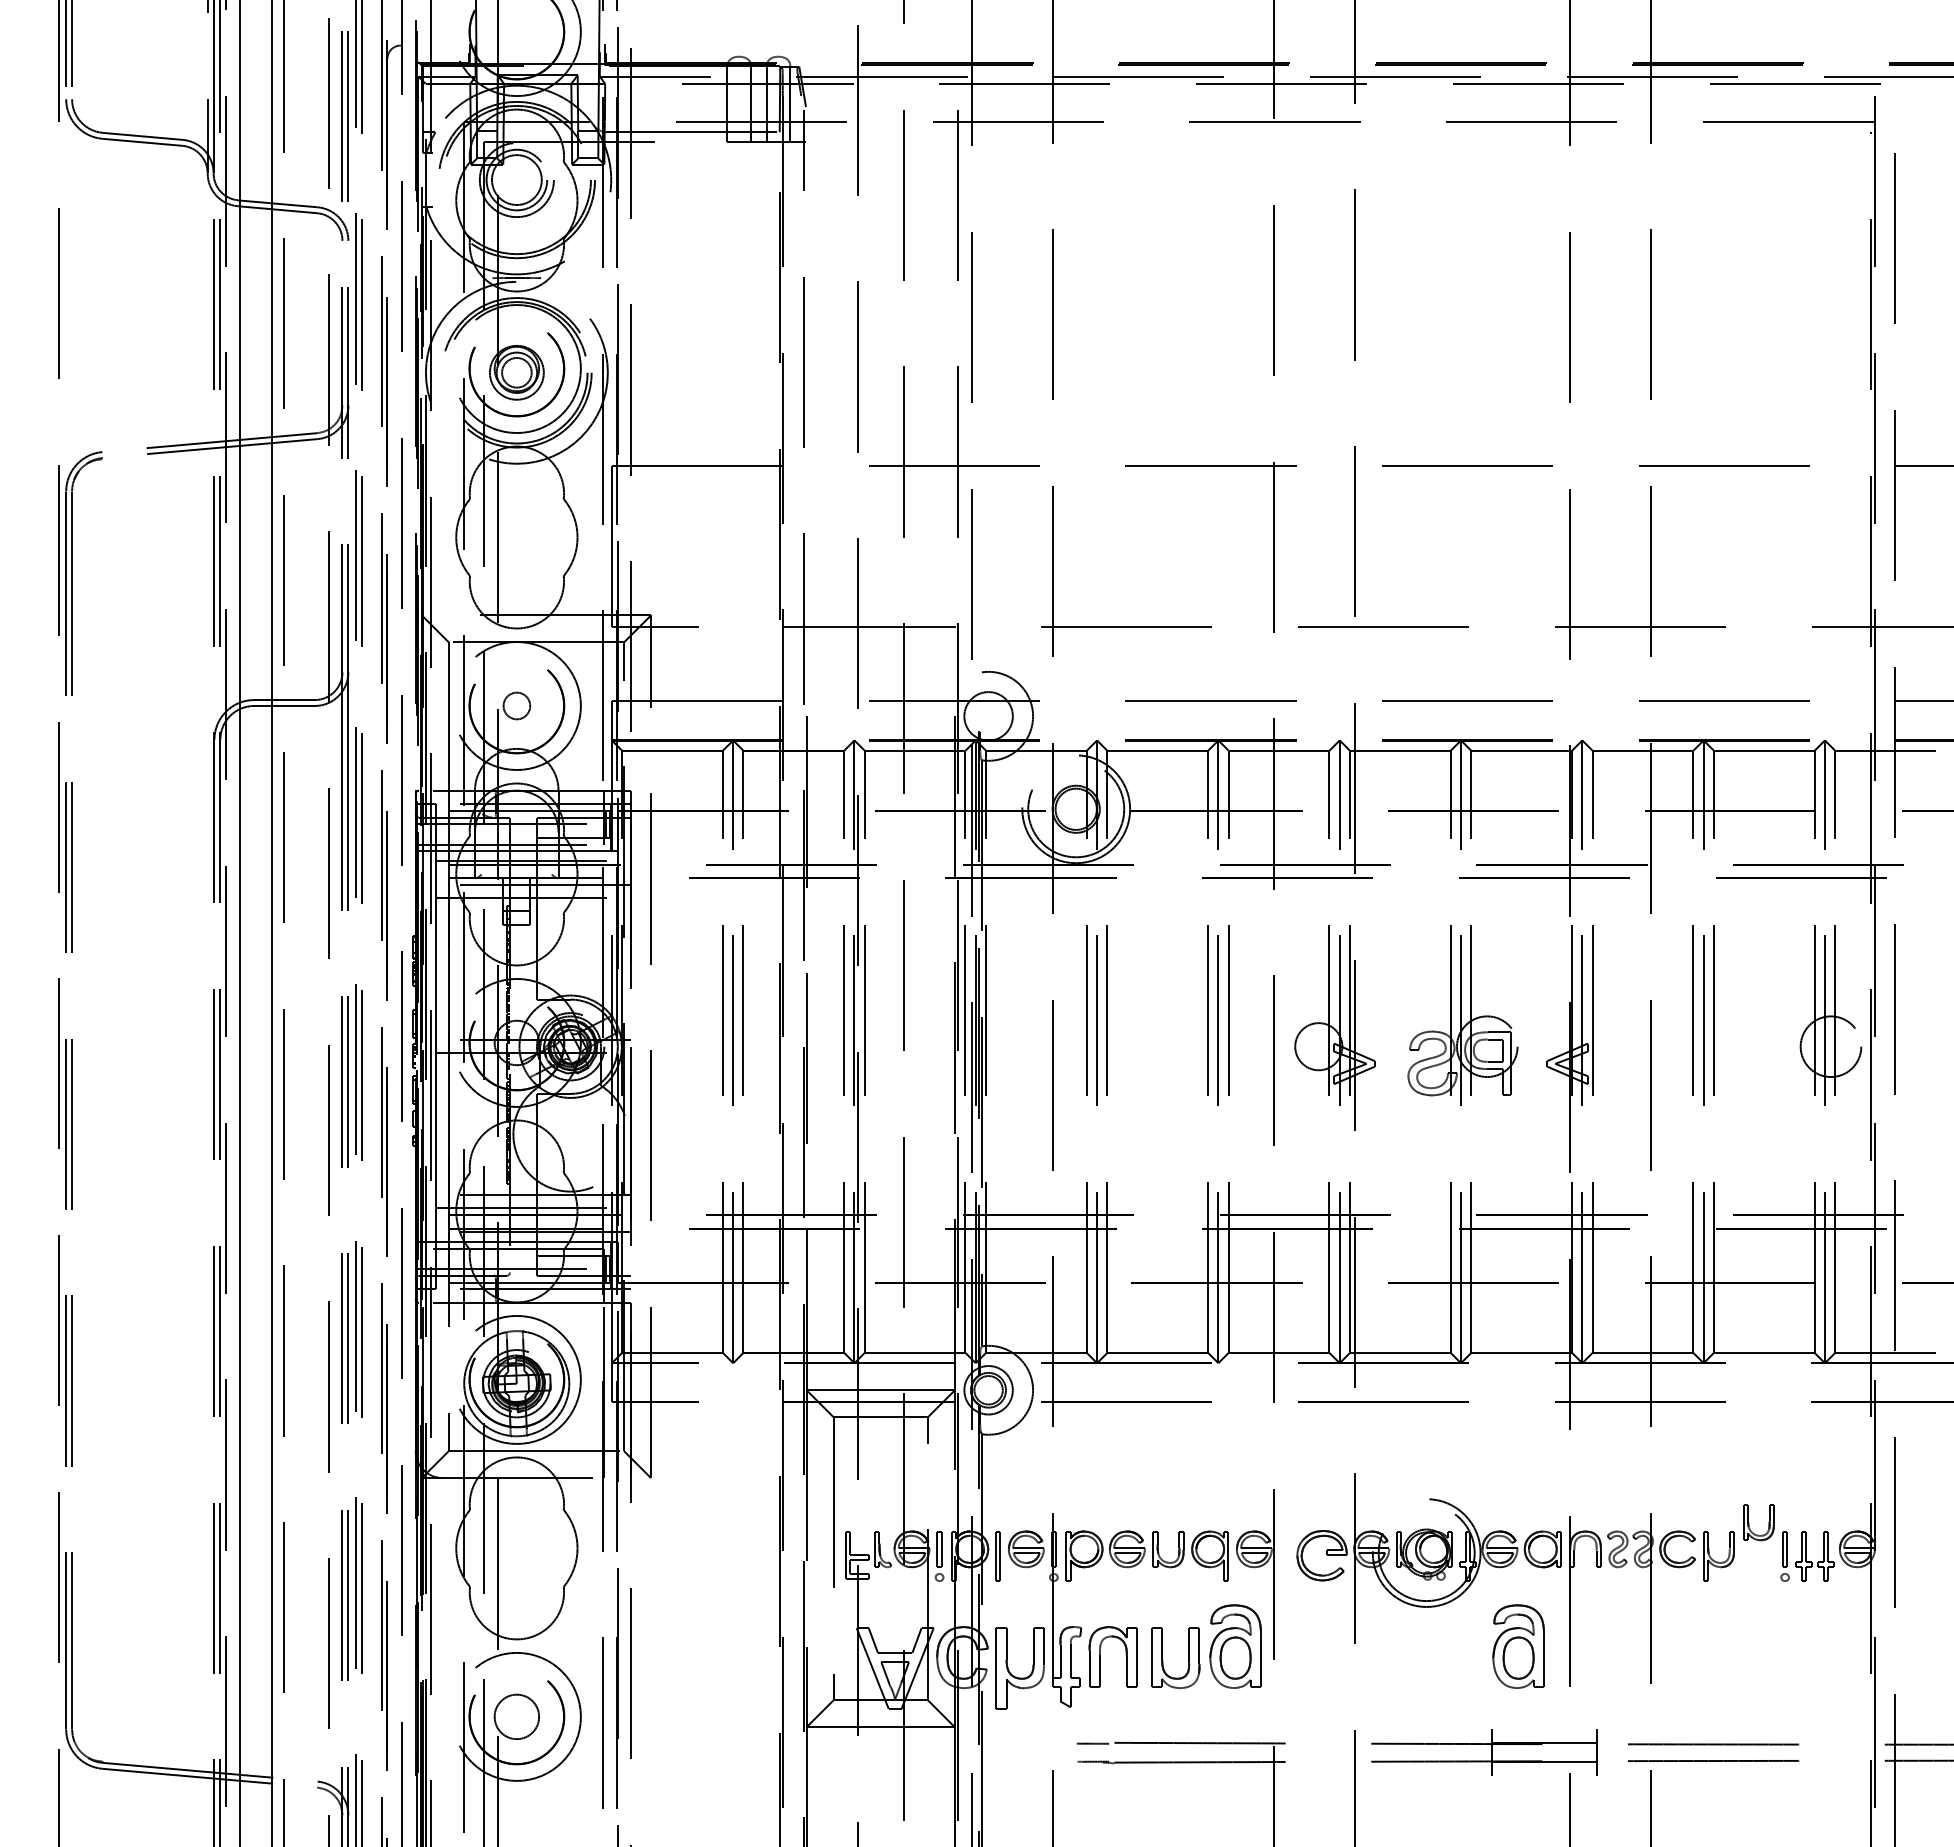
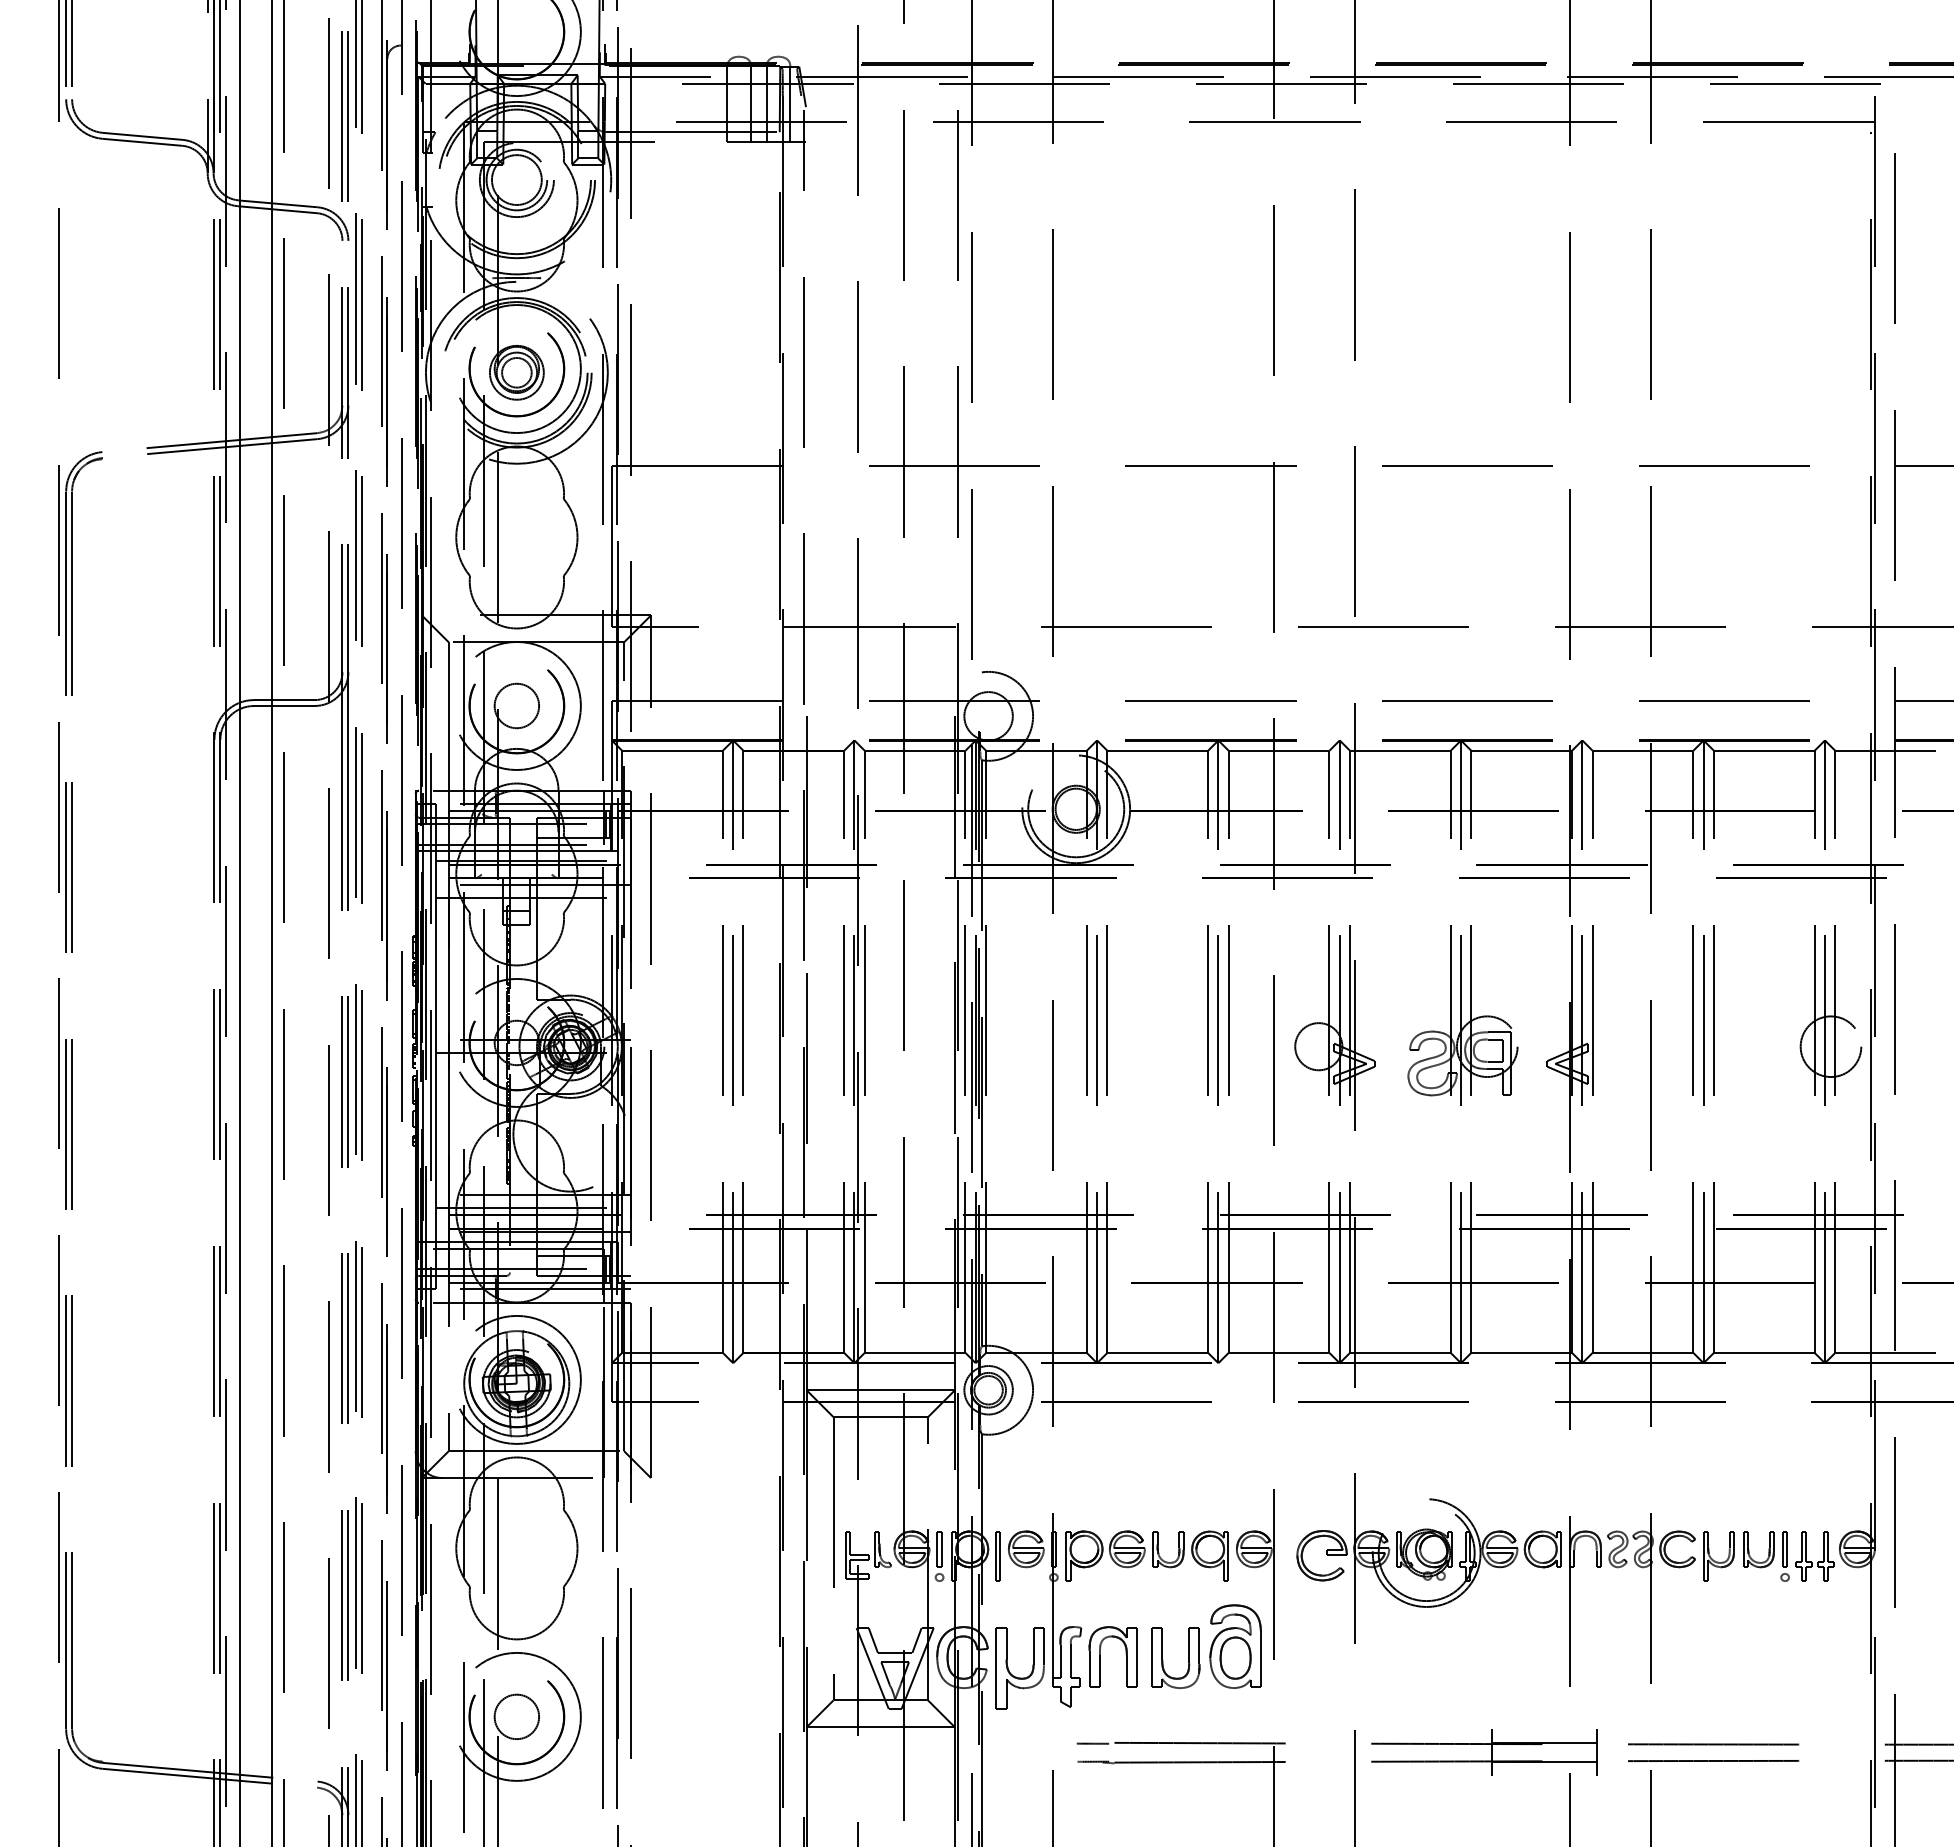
circle at (516, 705) diameter: 27 px -> 44 px
part at (1749, 1522) position: (1749, 1522) -> (1749, 1549)
part at (1518, 1646): present -> none
